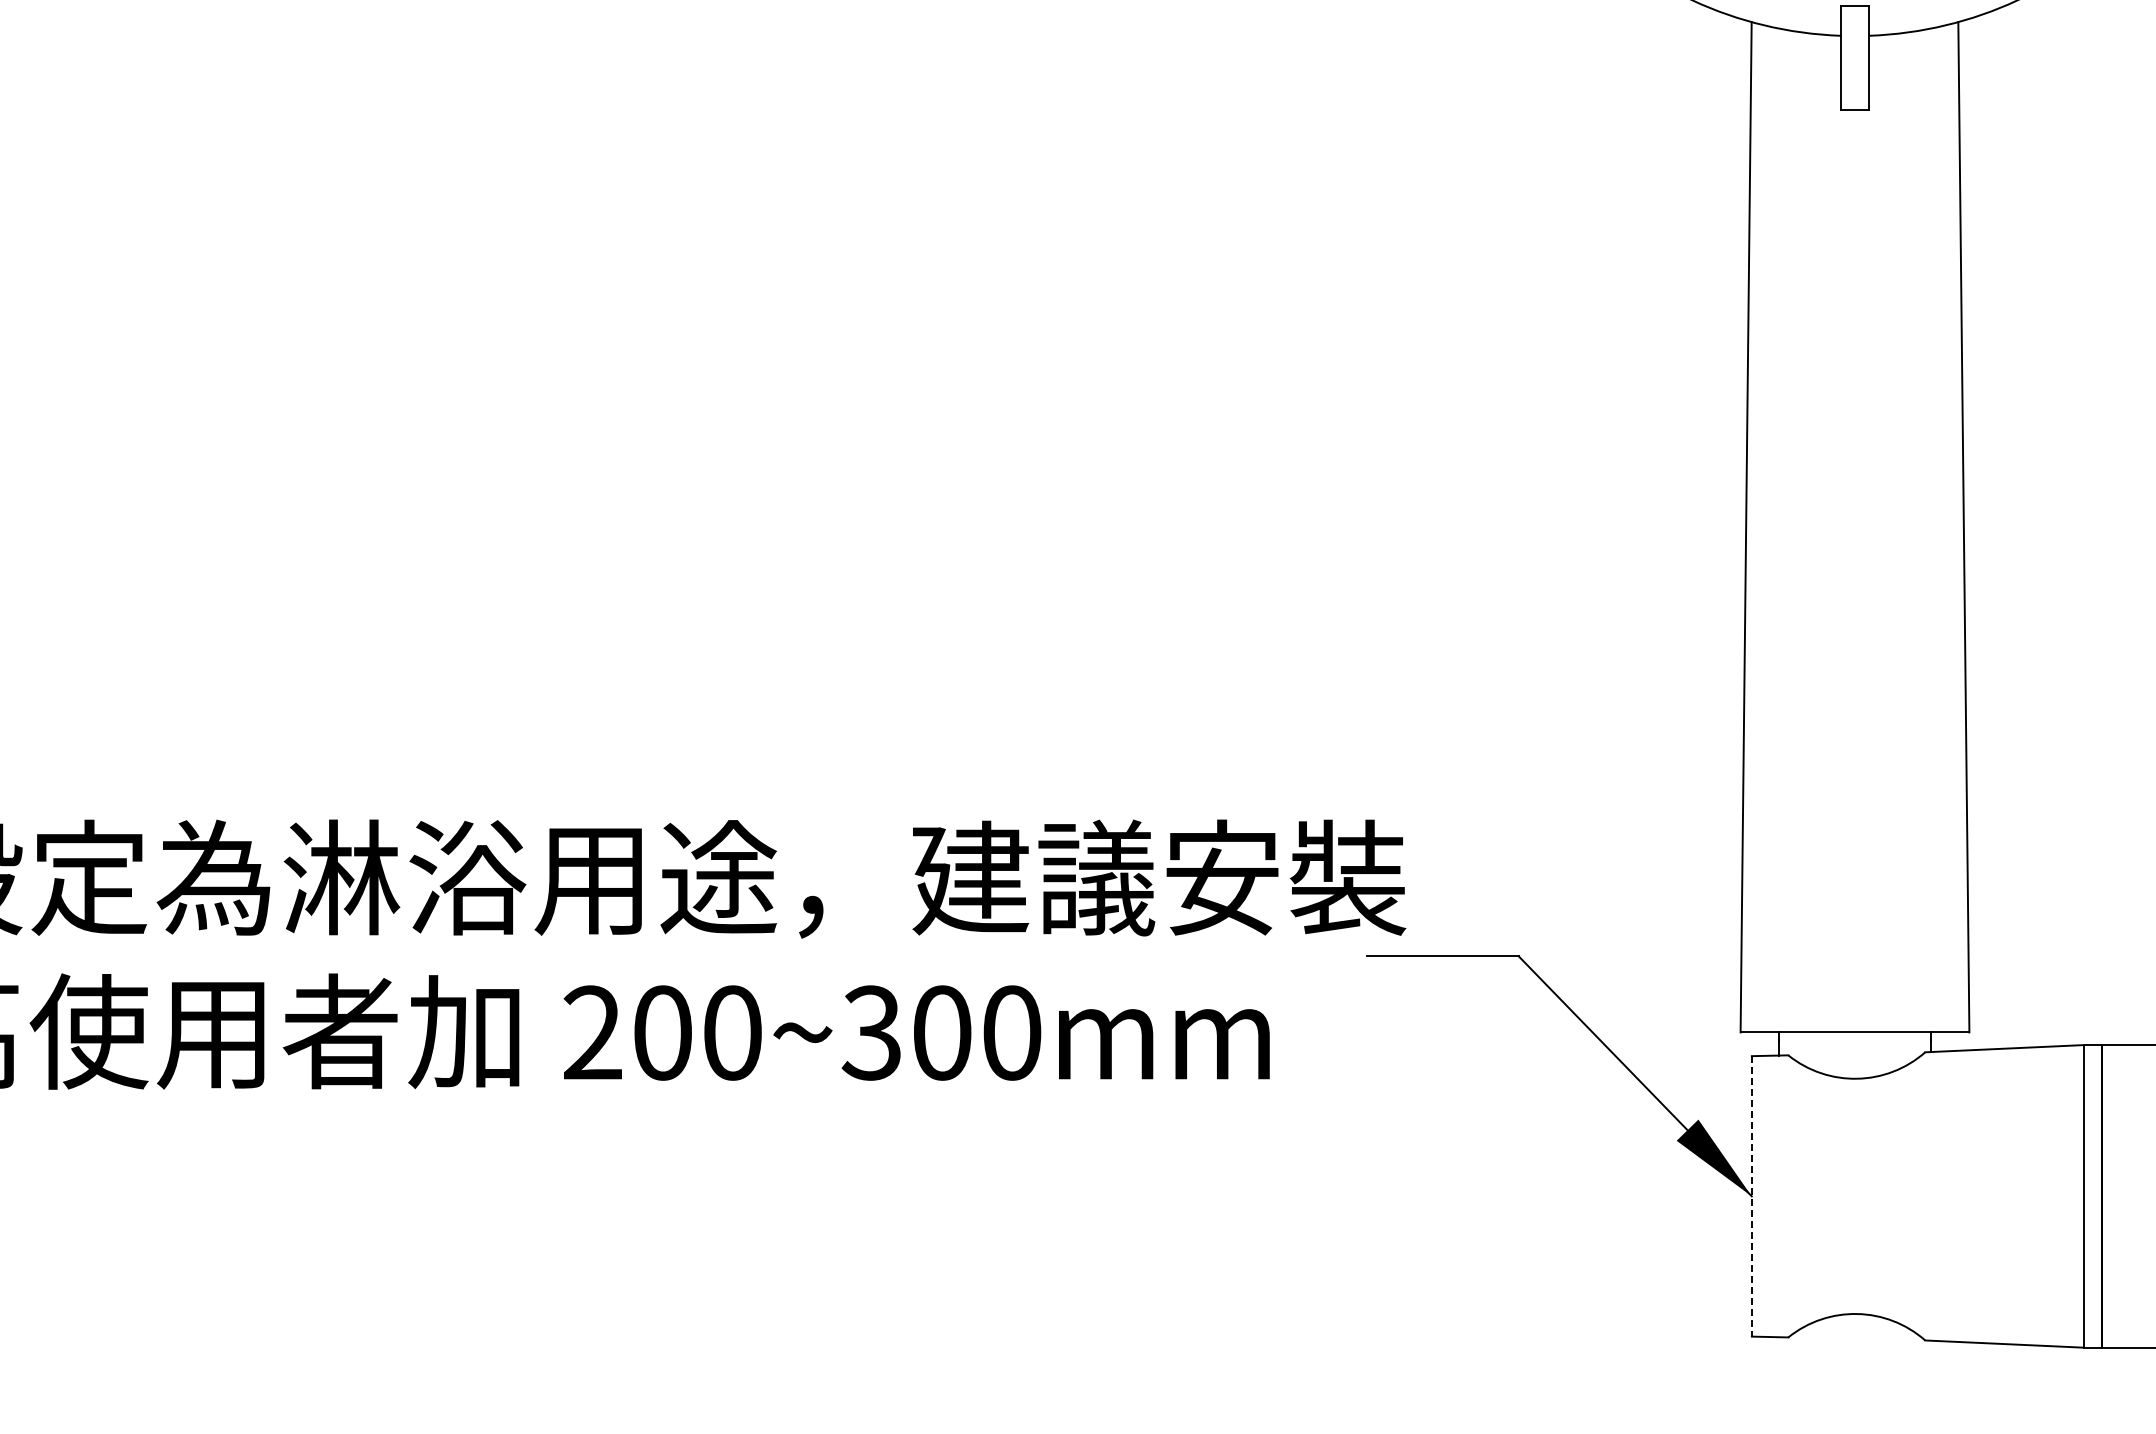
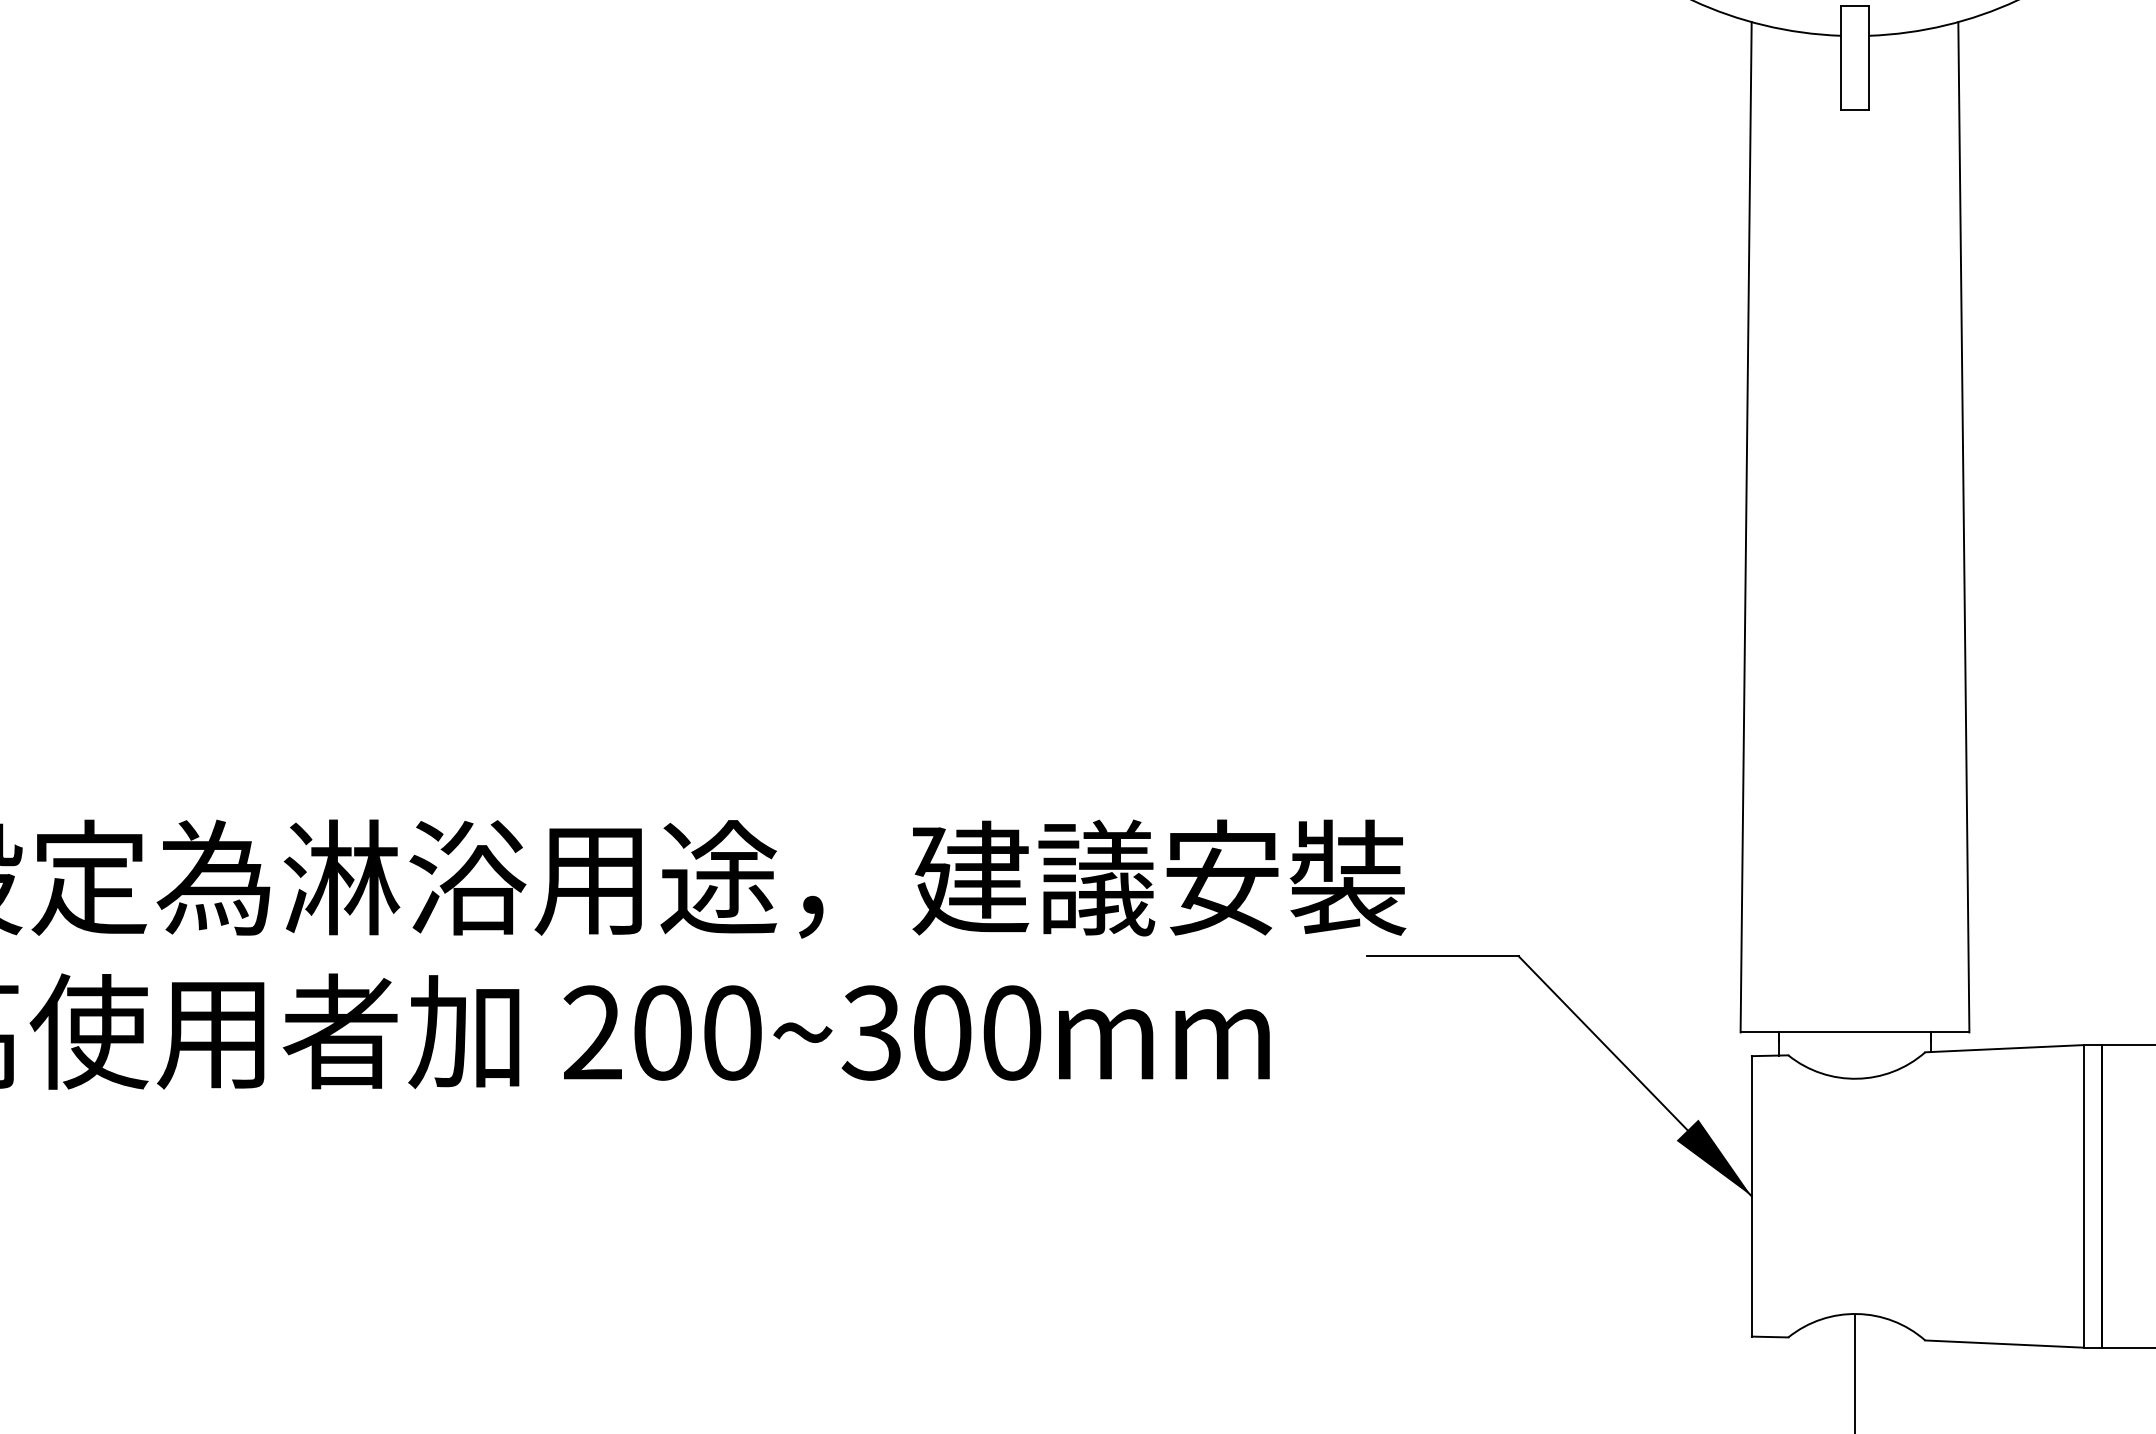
line at (1751, 1196): dashed -> solid
line at (1855, 1371): none -> present
